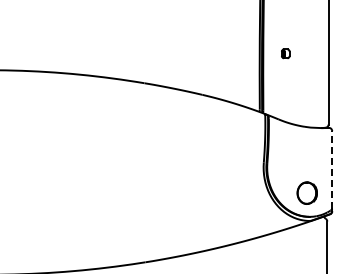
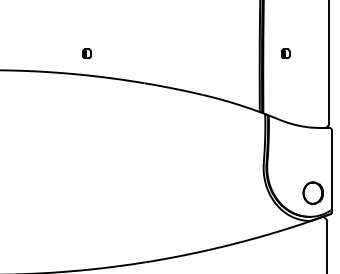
part at (86, 53): none -> present
line at (332, 170): dashed -> solid
part at (306, 192) position: (306, 192) -> (312, 192)
